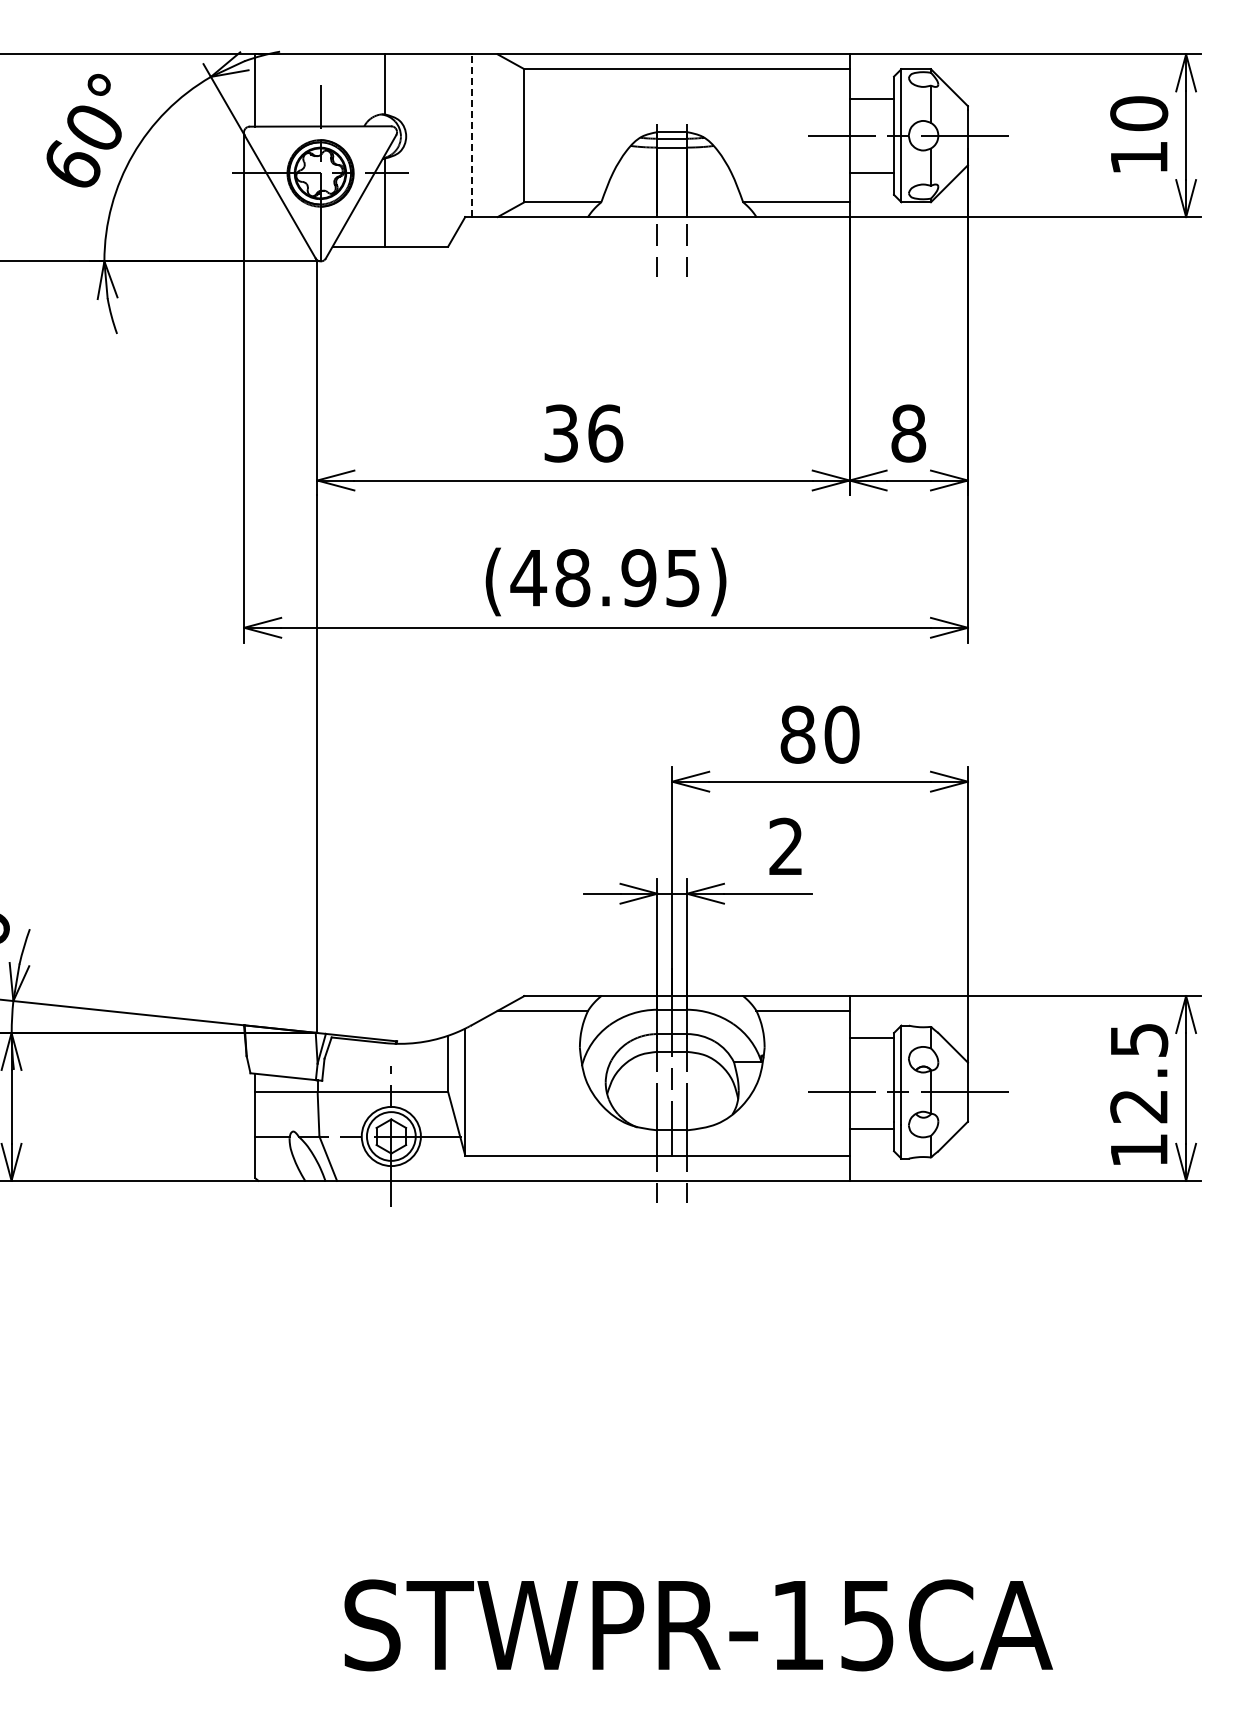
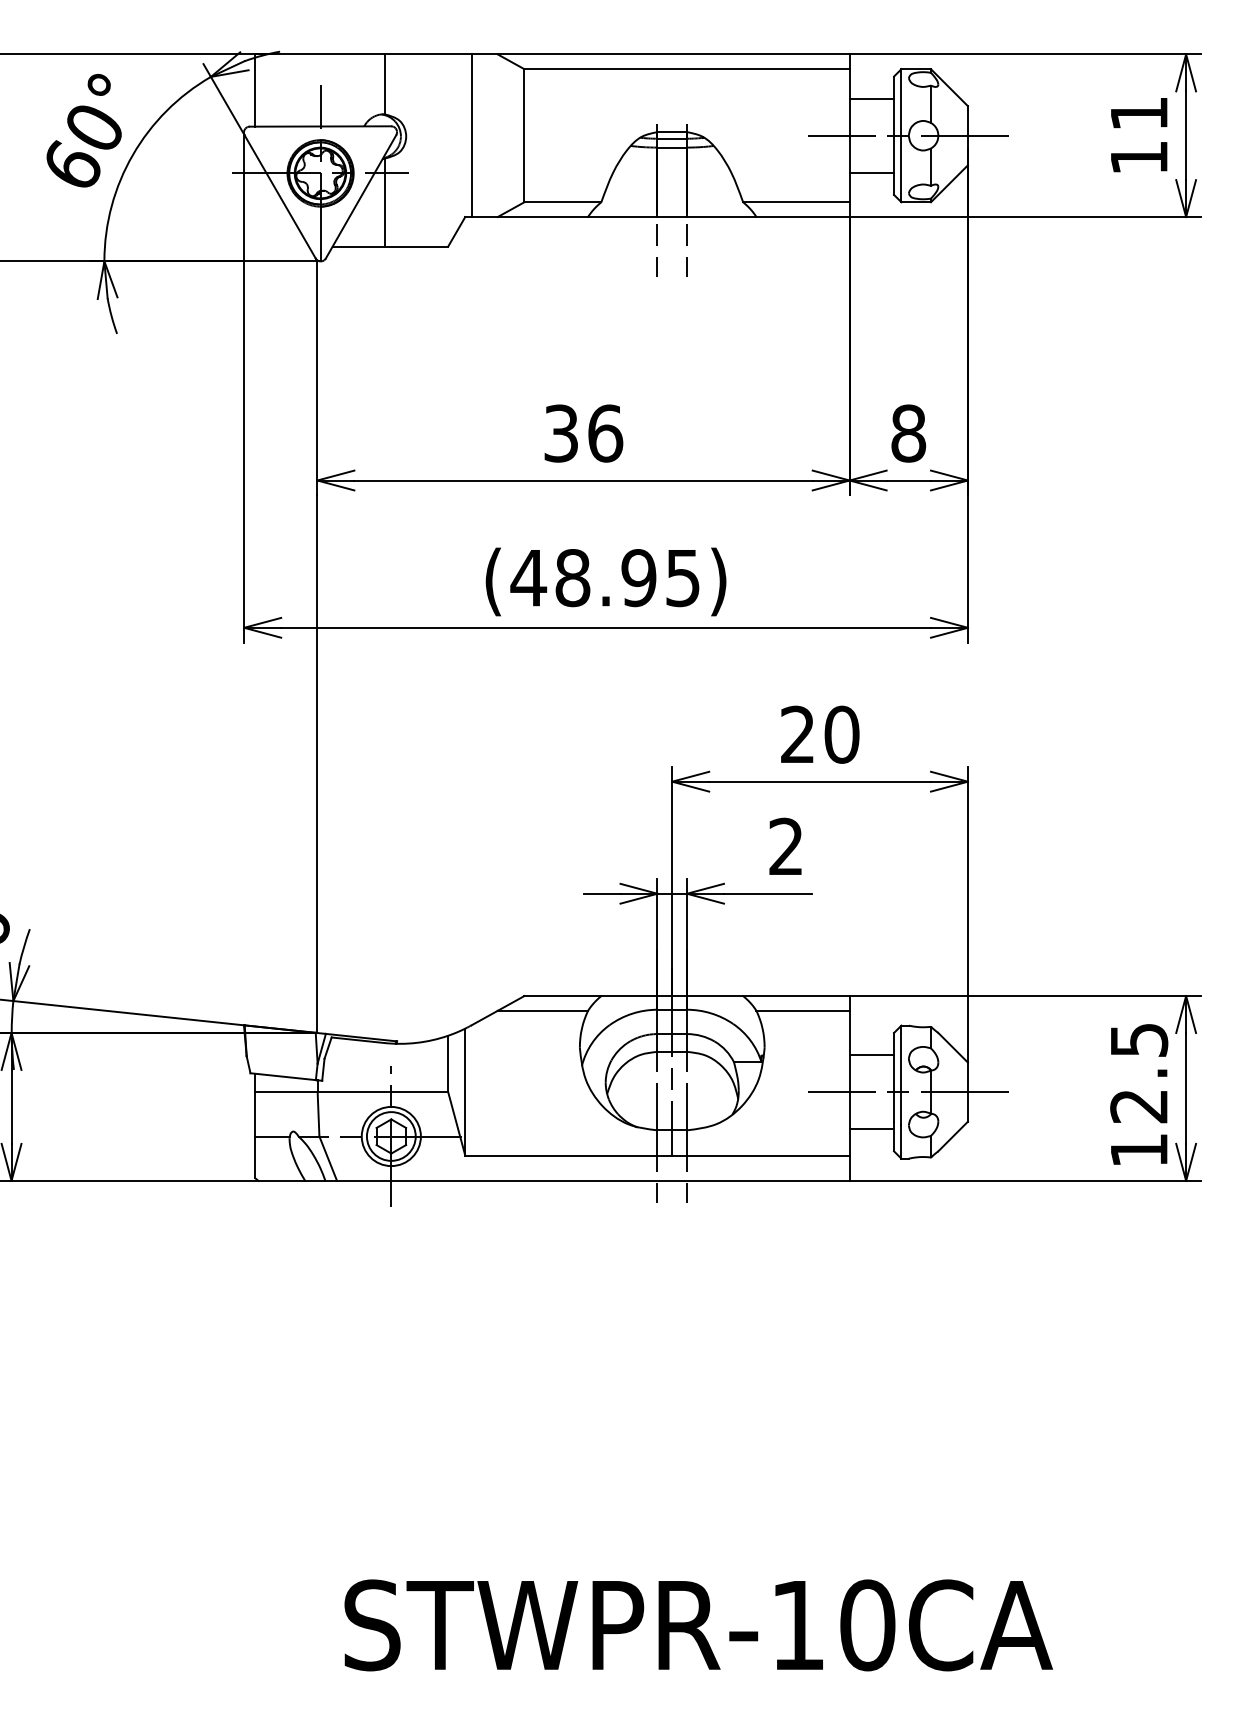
text at (1139, 113): 10 -> 11
line at (471, 135): dashed -> solid
text at (797, 734): 80 -> 20
line at (871, 1038) position: (871, 1038) -> (871, 1055)
text at (867, 1625): STWPR-15CA -> STWPR-10CA
